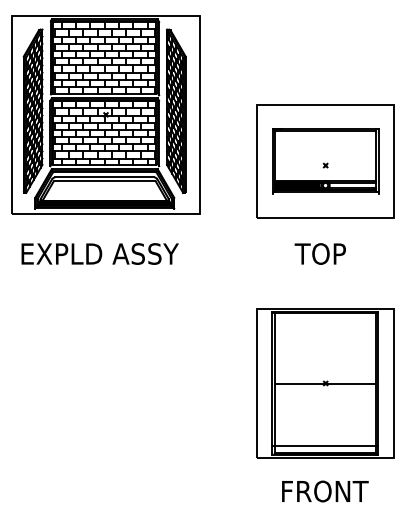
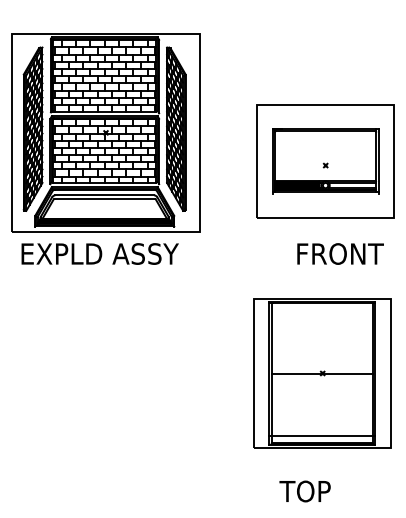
part at (105, 114) position: (105, 114) -> (105, 132)
text at (338, 253): TOP -> FRONT
part at (325, 383) position: (325, 383) -> (322, 373)
text at (323, 491): FRONT -> TOP
